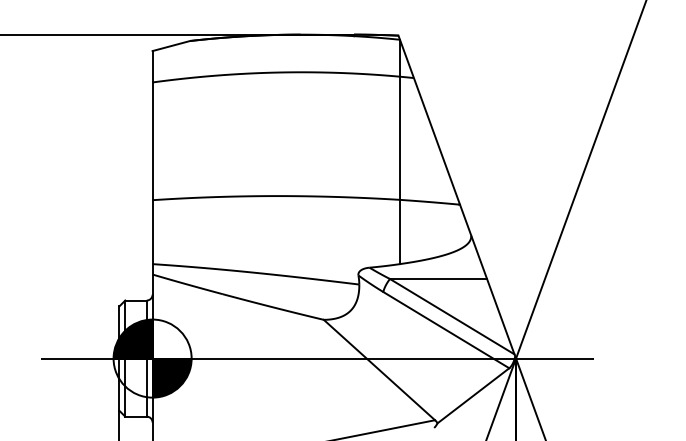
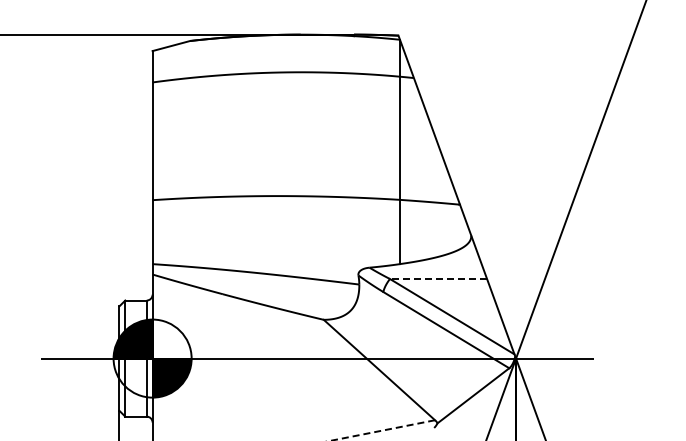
line at (438, 279): solid -> dashed
line at (382, 430): solid -> dashed
